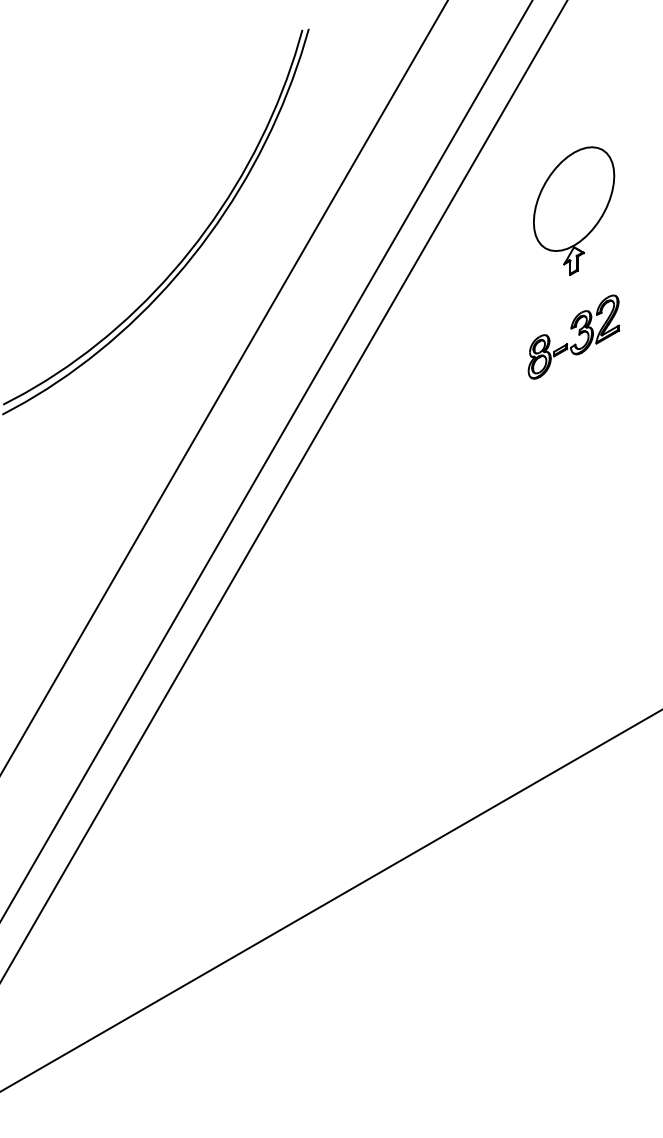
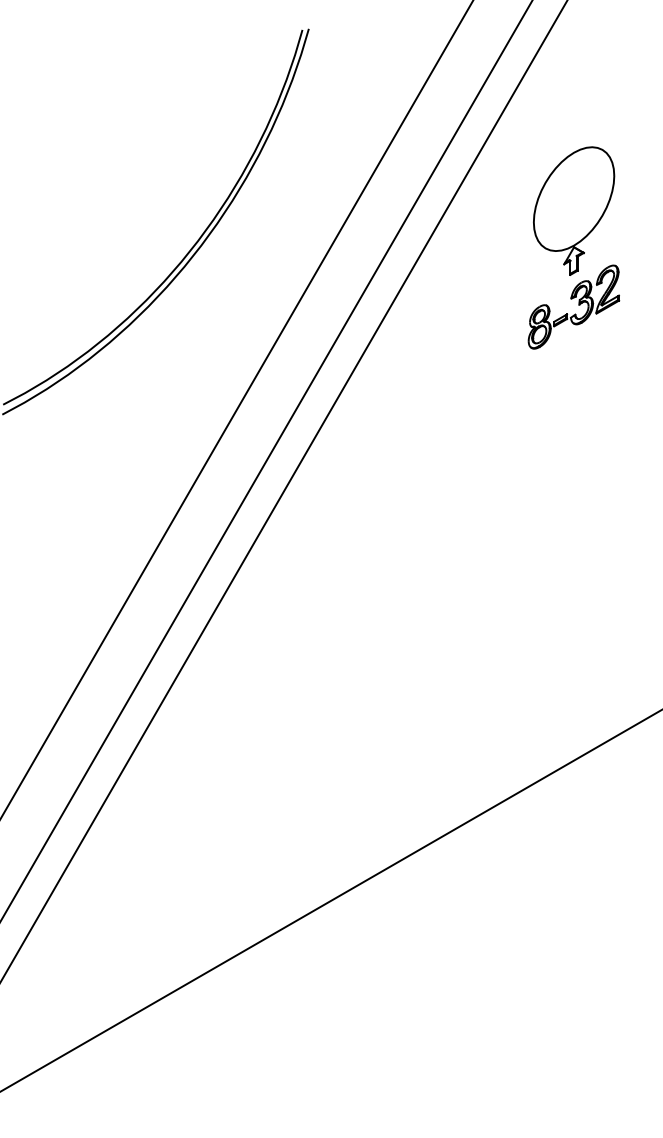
part at (573, 336) position: (573, 336) -> (573, 306)
line at (224, 387) position: (224, 387) -> (237, 409)
